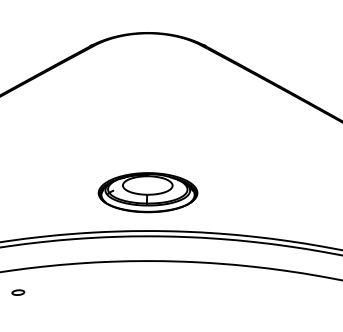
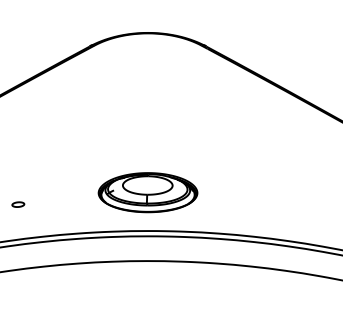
part at (18, 292) position: (18, 292) -> (18, 204)
